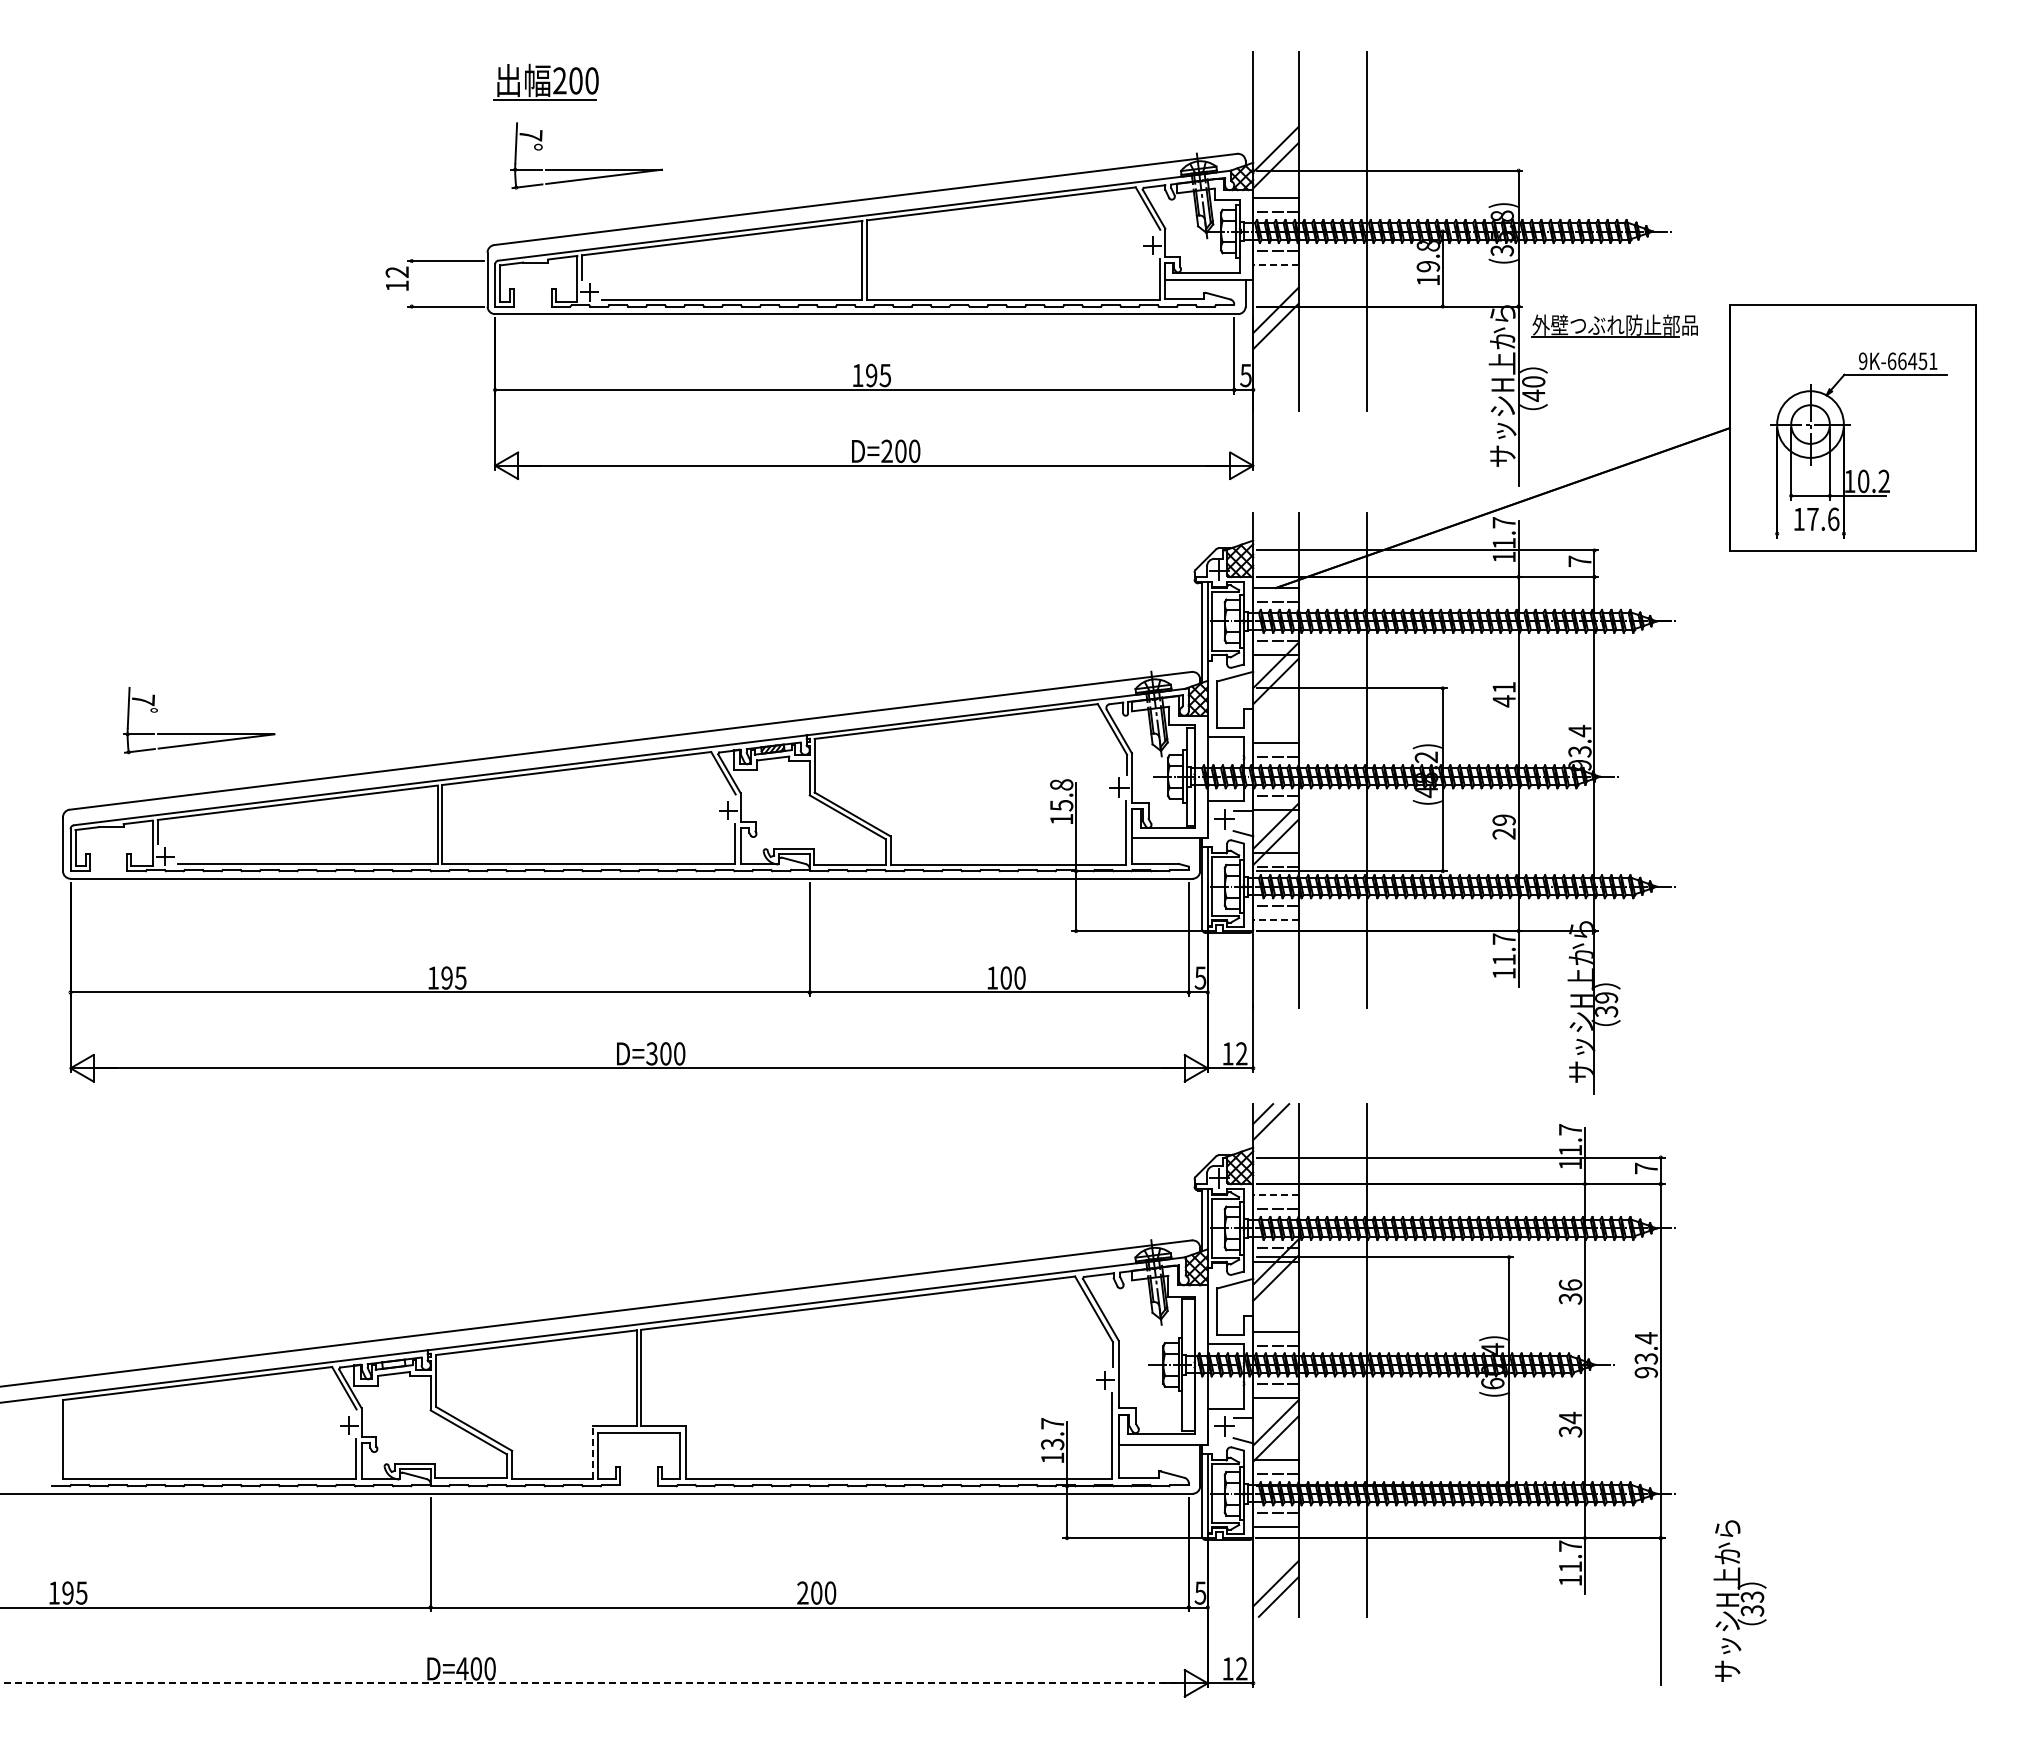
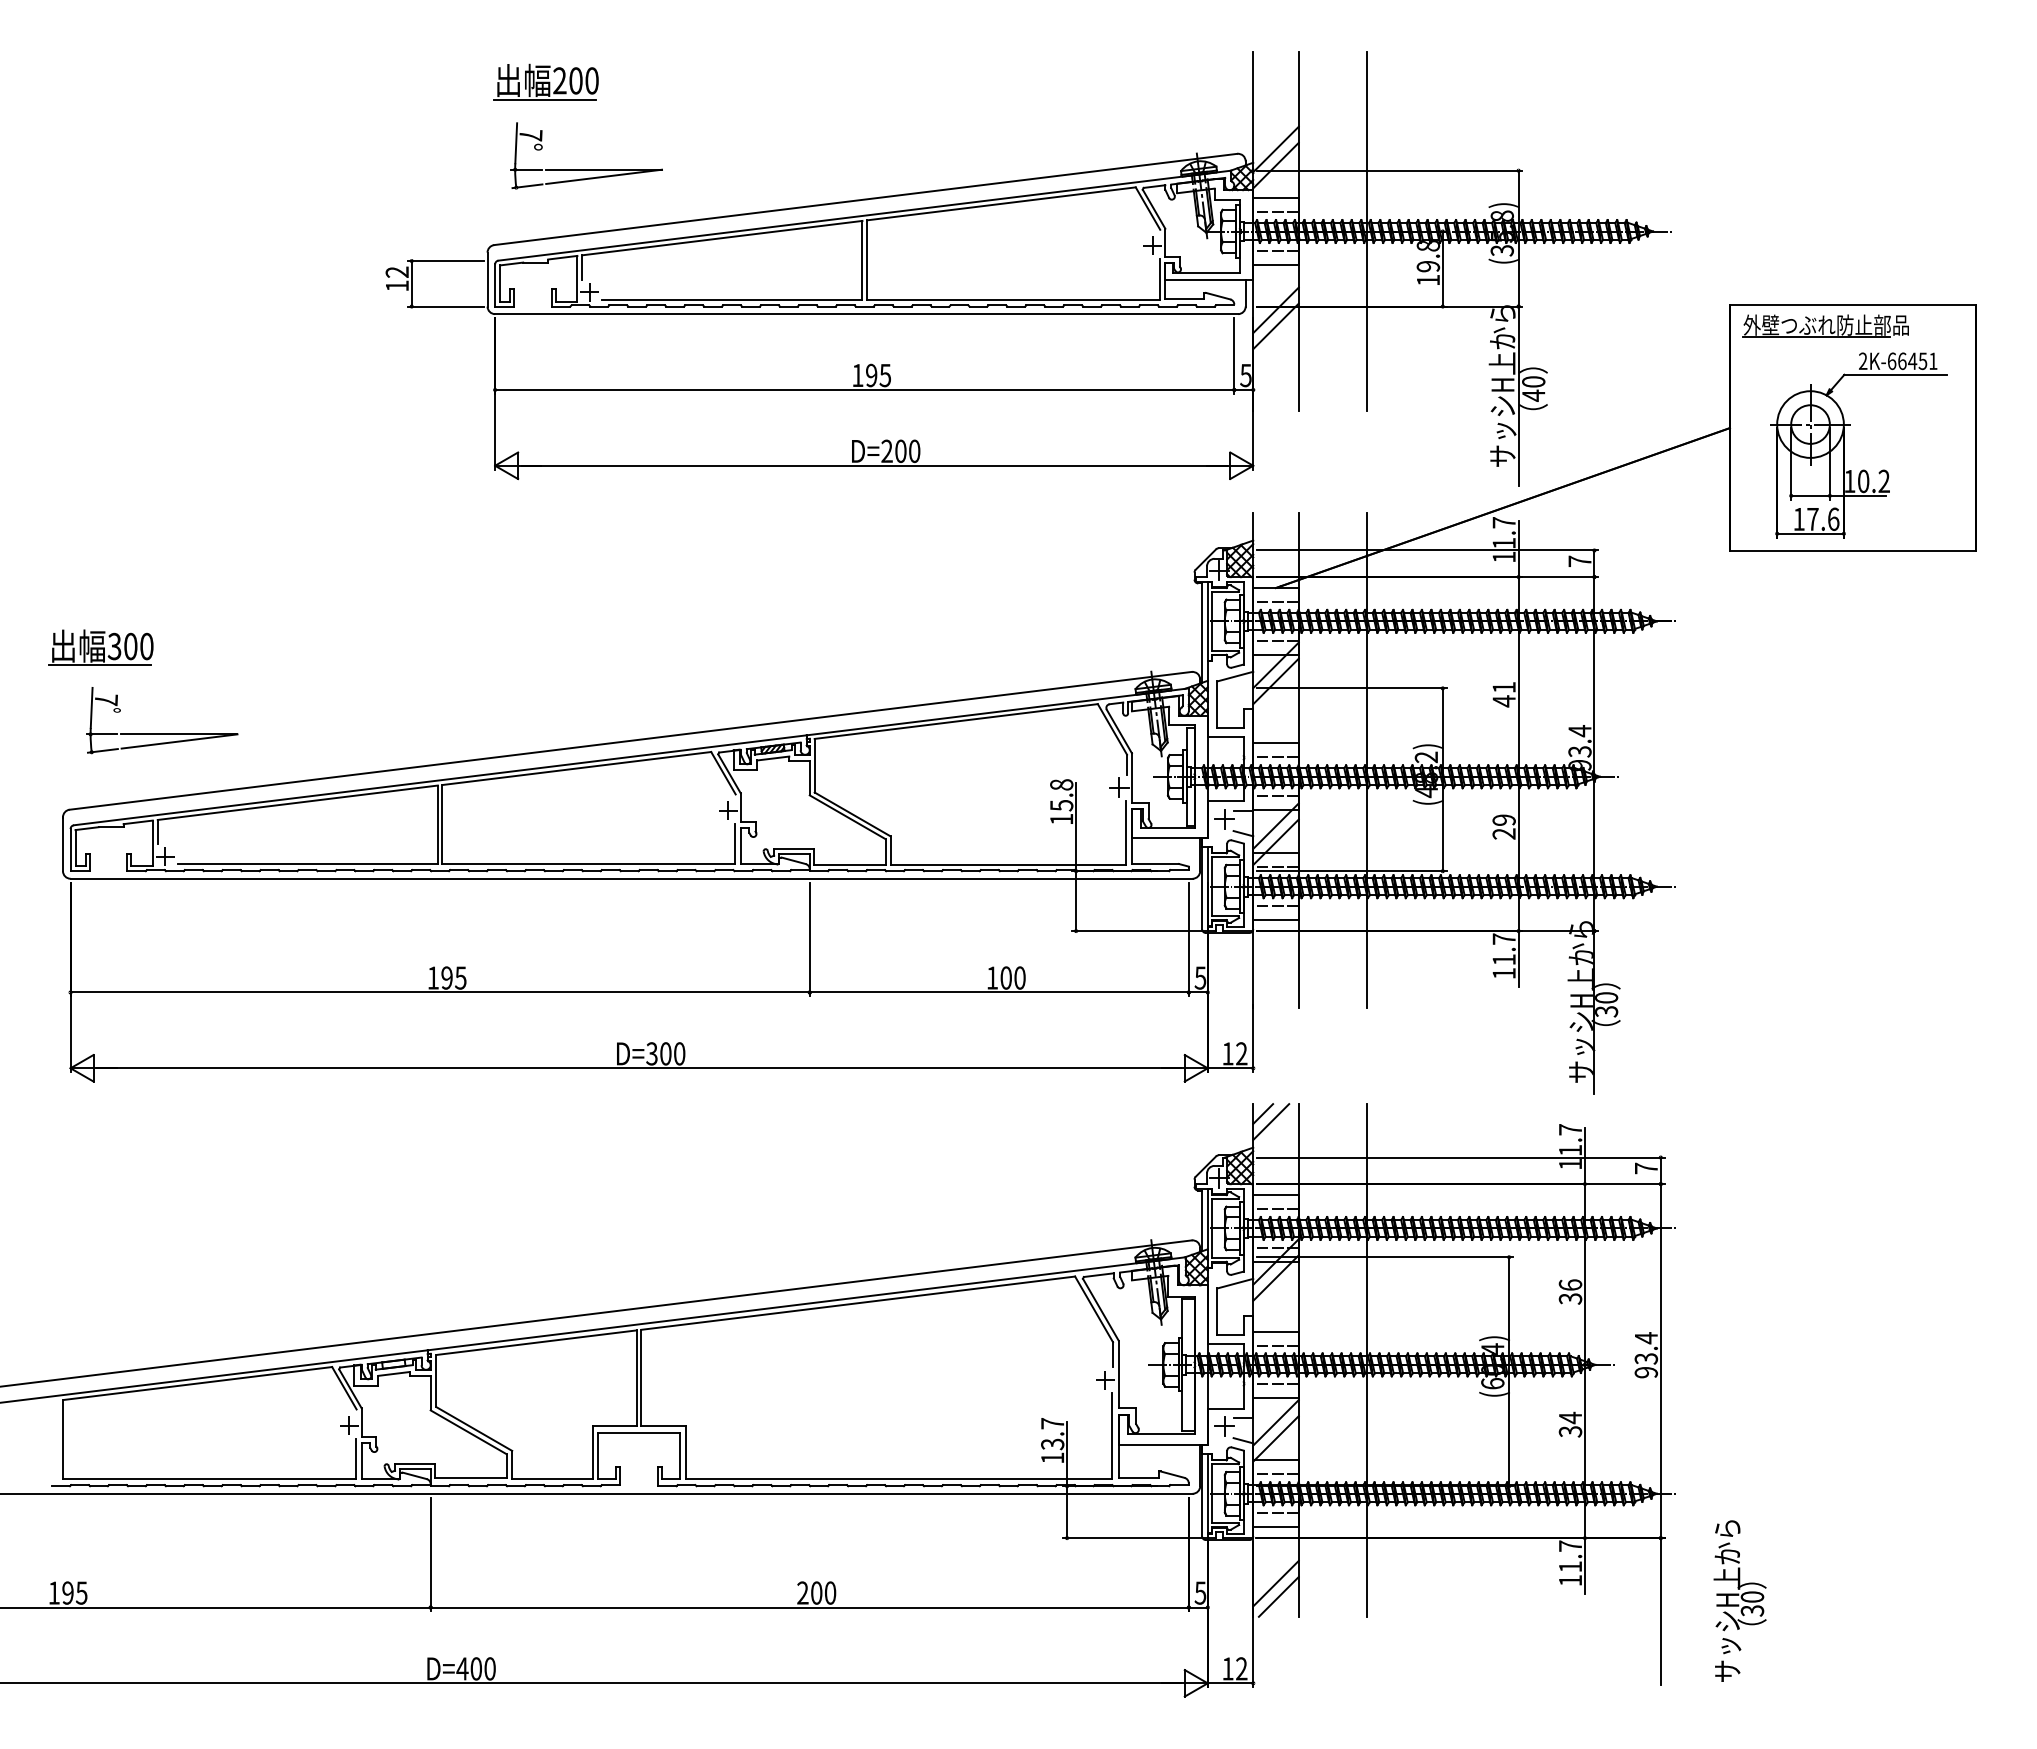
line at (1276, 264): dashed -> solid
line at (411, 283): none -> present
part at (1614, 325) position: (1614, 325) -> (1825, 325)
text at (1863, 361): 9K-66451 -> 2K-66451
line at (1810, 533): none -> present
part at (100, 647): none -> present
part at (199, 733) position: (199, 733) -> (162, 733)
line at (1276, 920): dashed -> solid
text at (1606, 997): 39 -> 30
line at (1276, 1195): dashed -> solid
line at (592, 1452): dashed -> solid
text at (1752, 1596): 33 -> 30
line at (591, 1683): dashed -> solid
